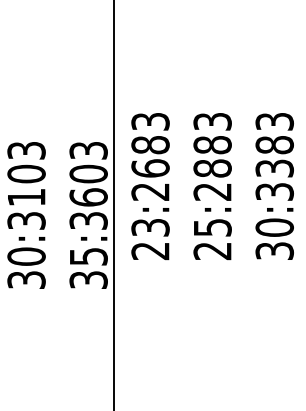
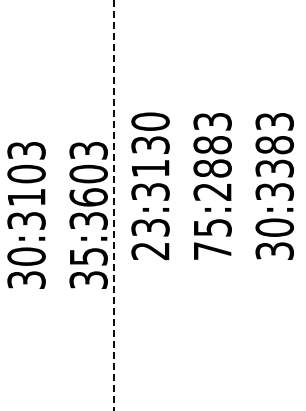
text at (150, 156): 23:2683 -> 23:3130
line at (113, 205): solid -> dashed
text at (212, 251): 25:2883 -> 75:2883
